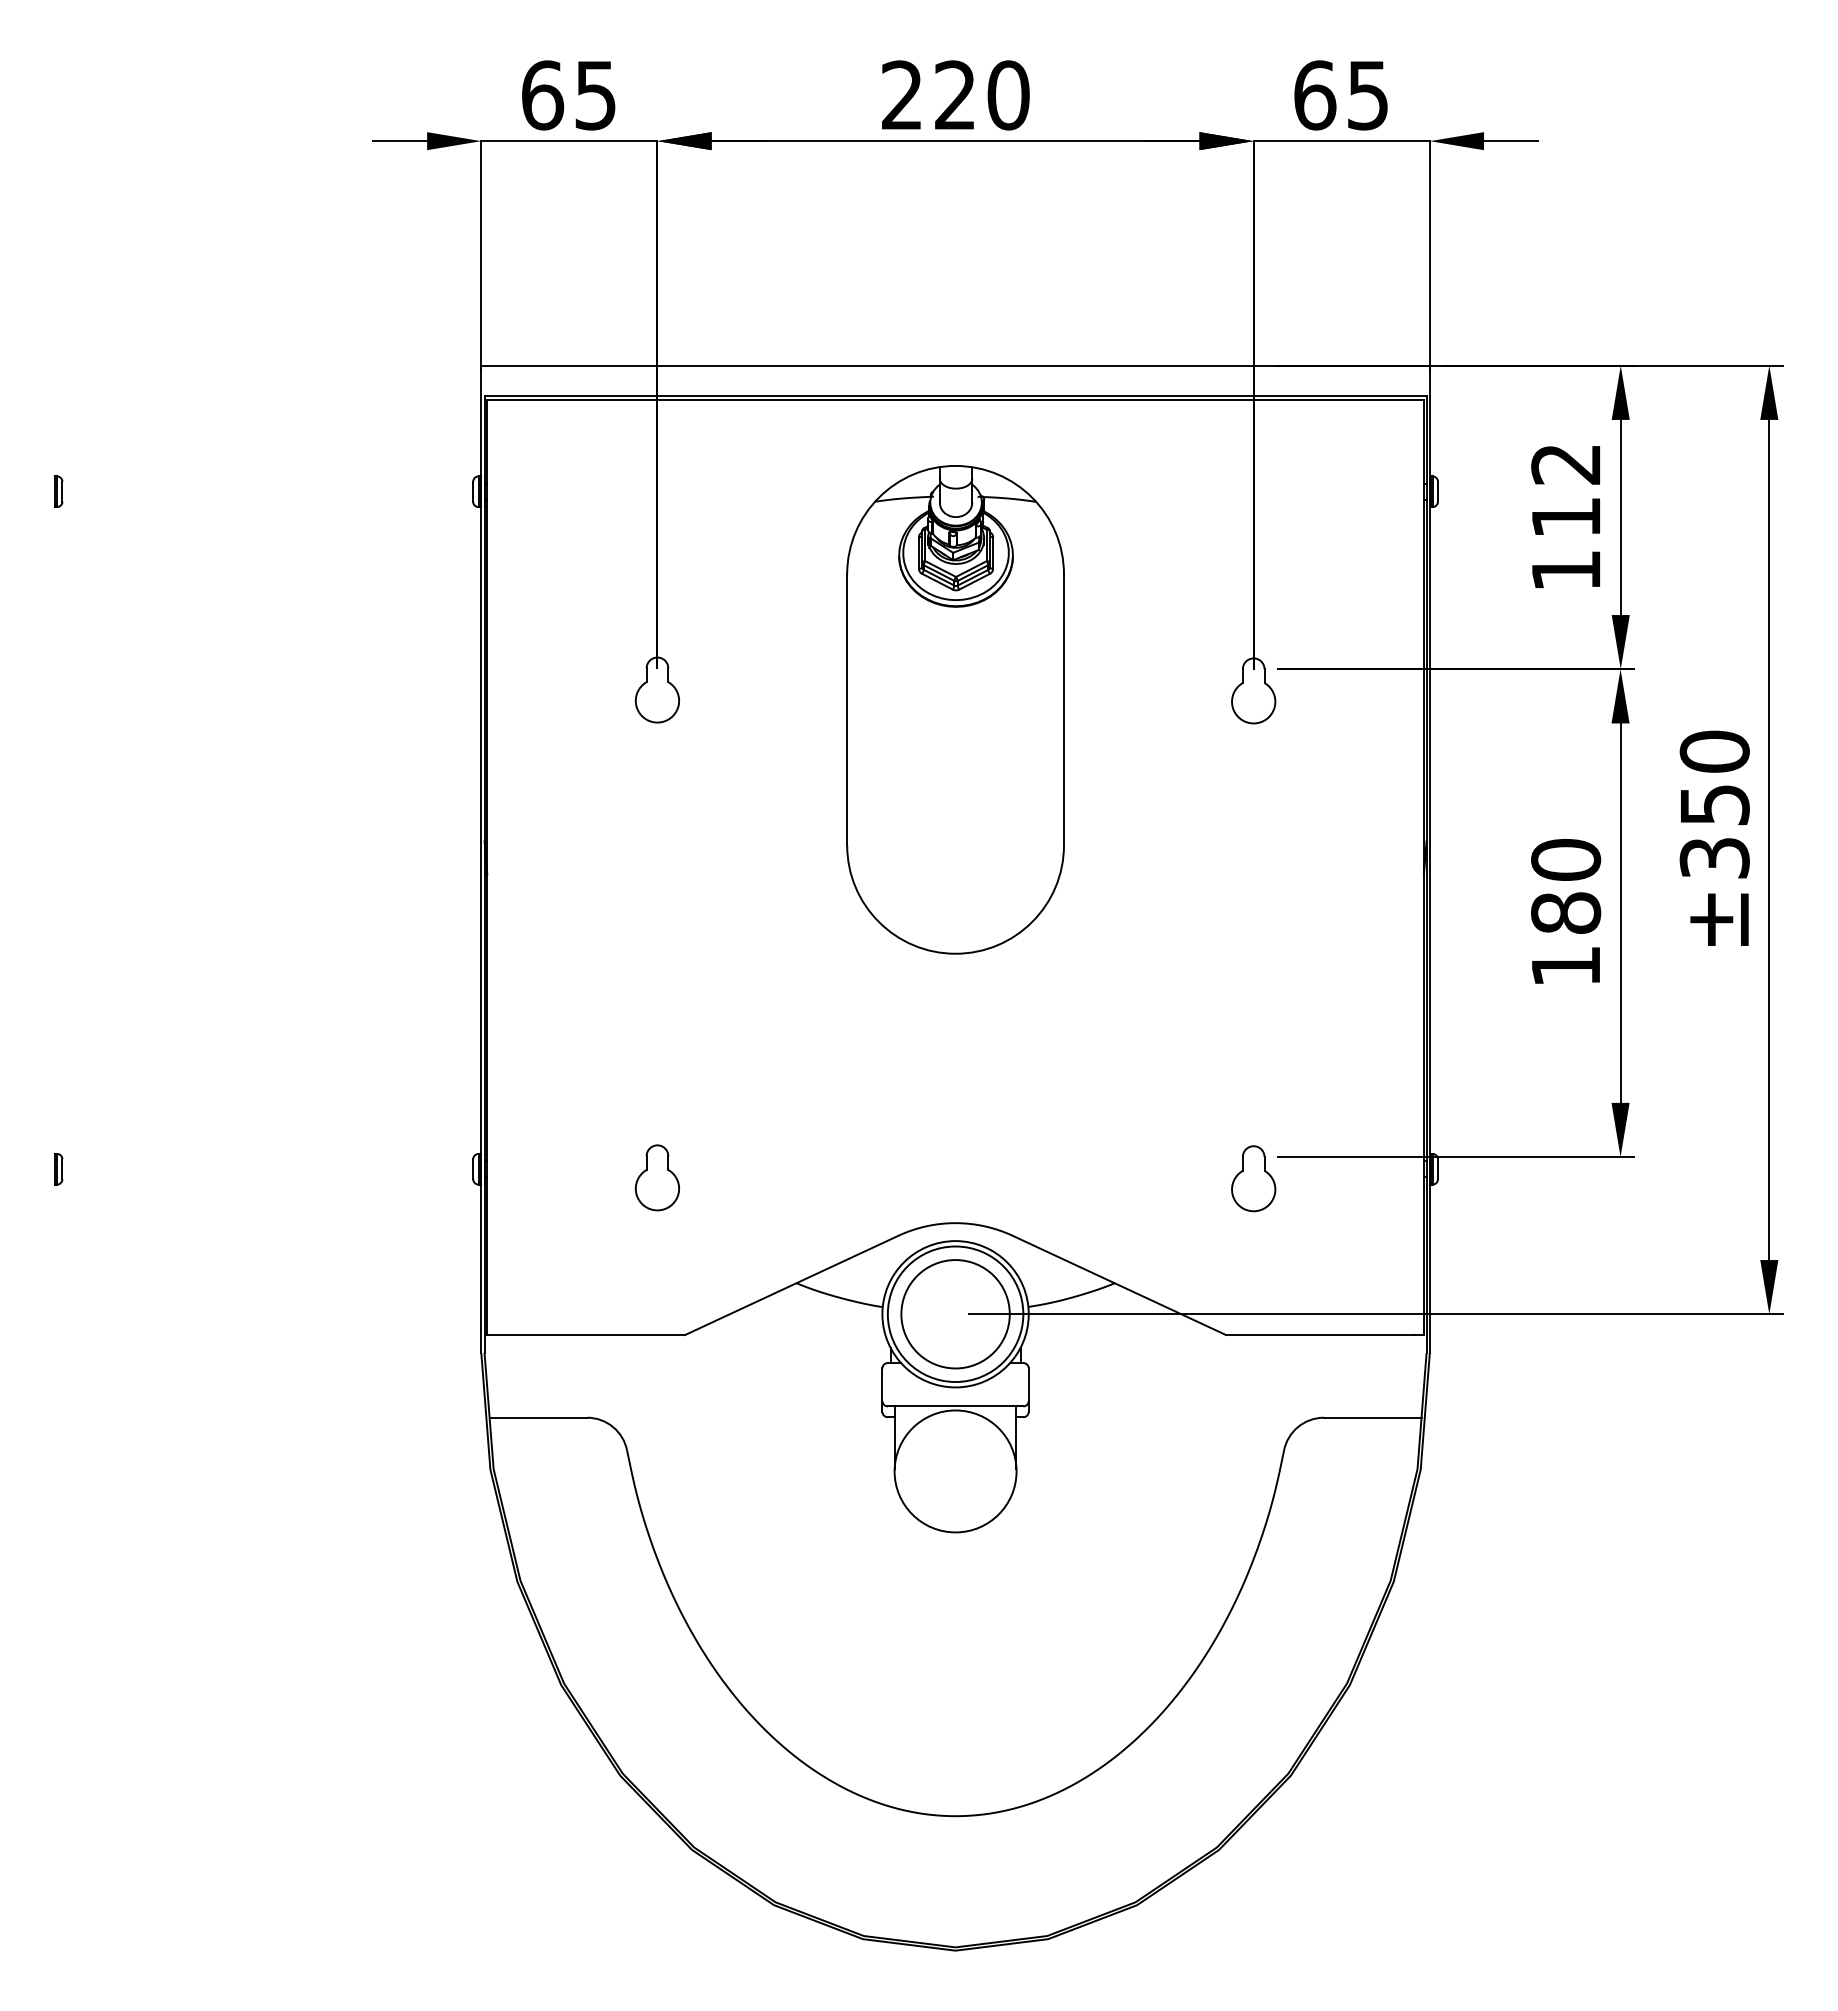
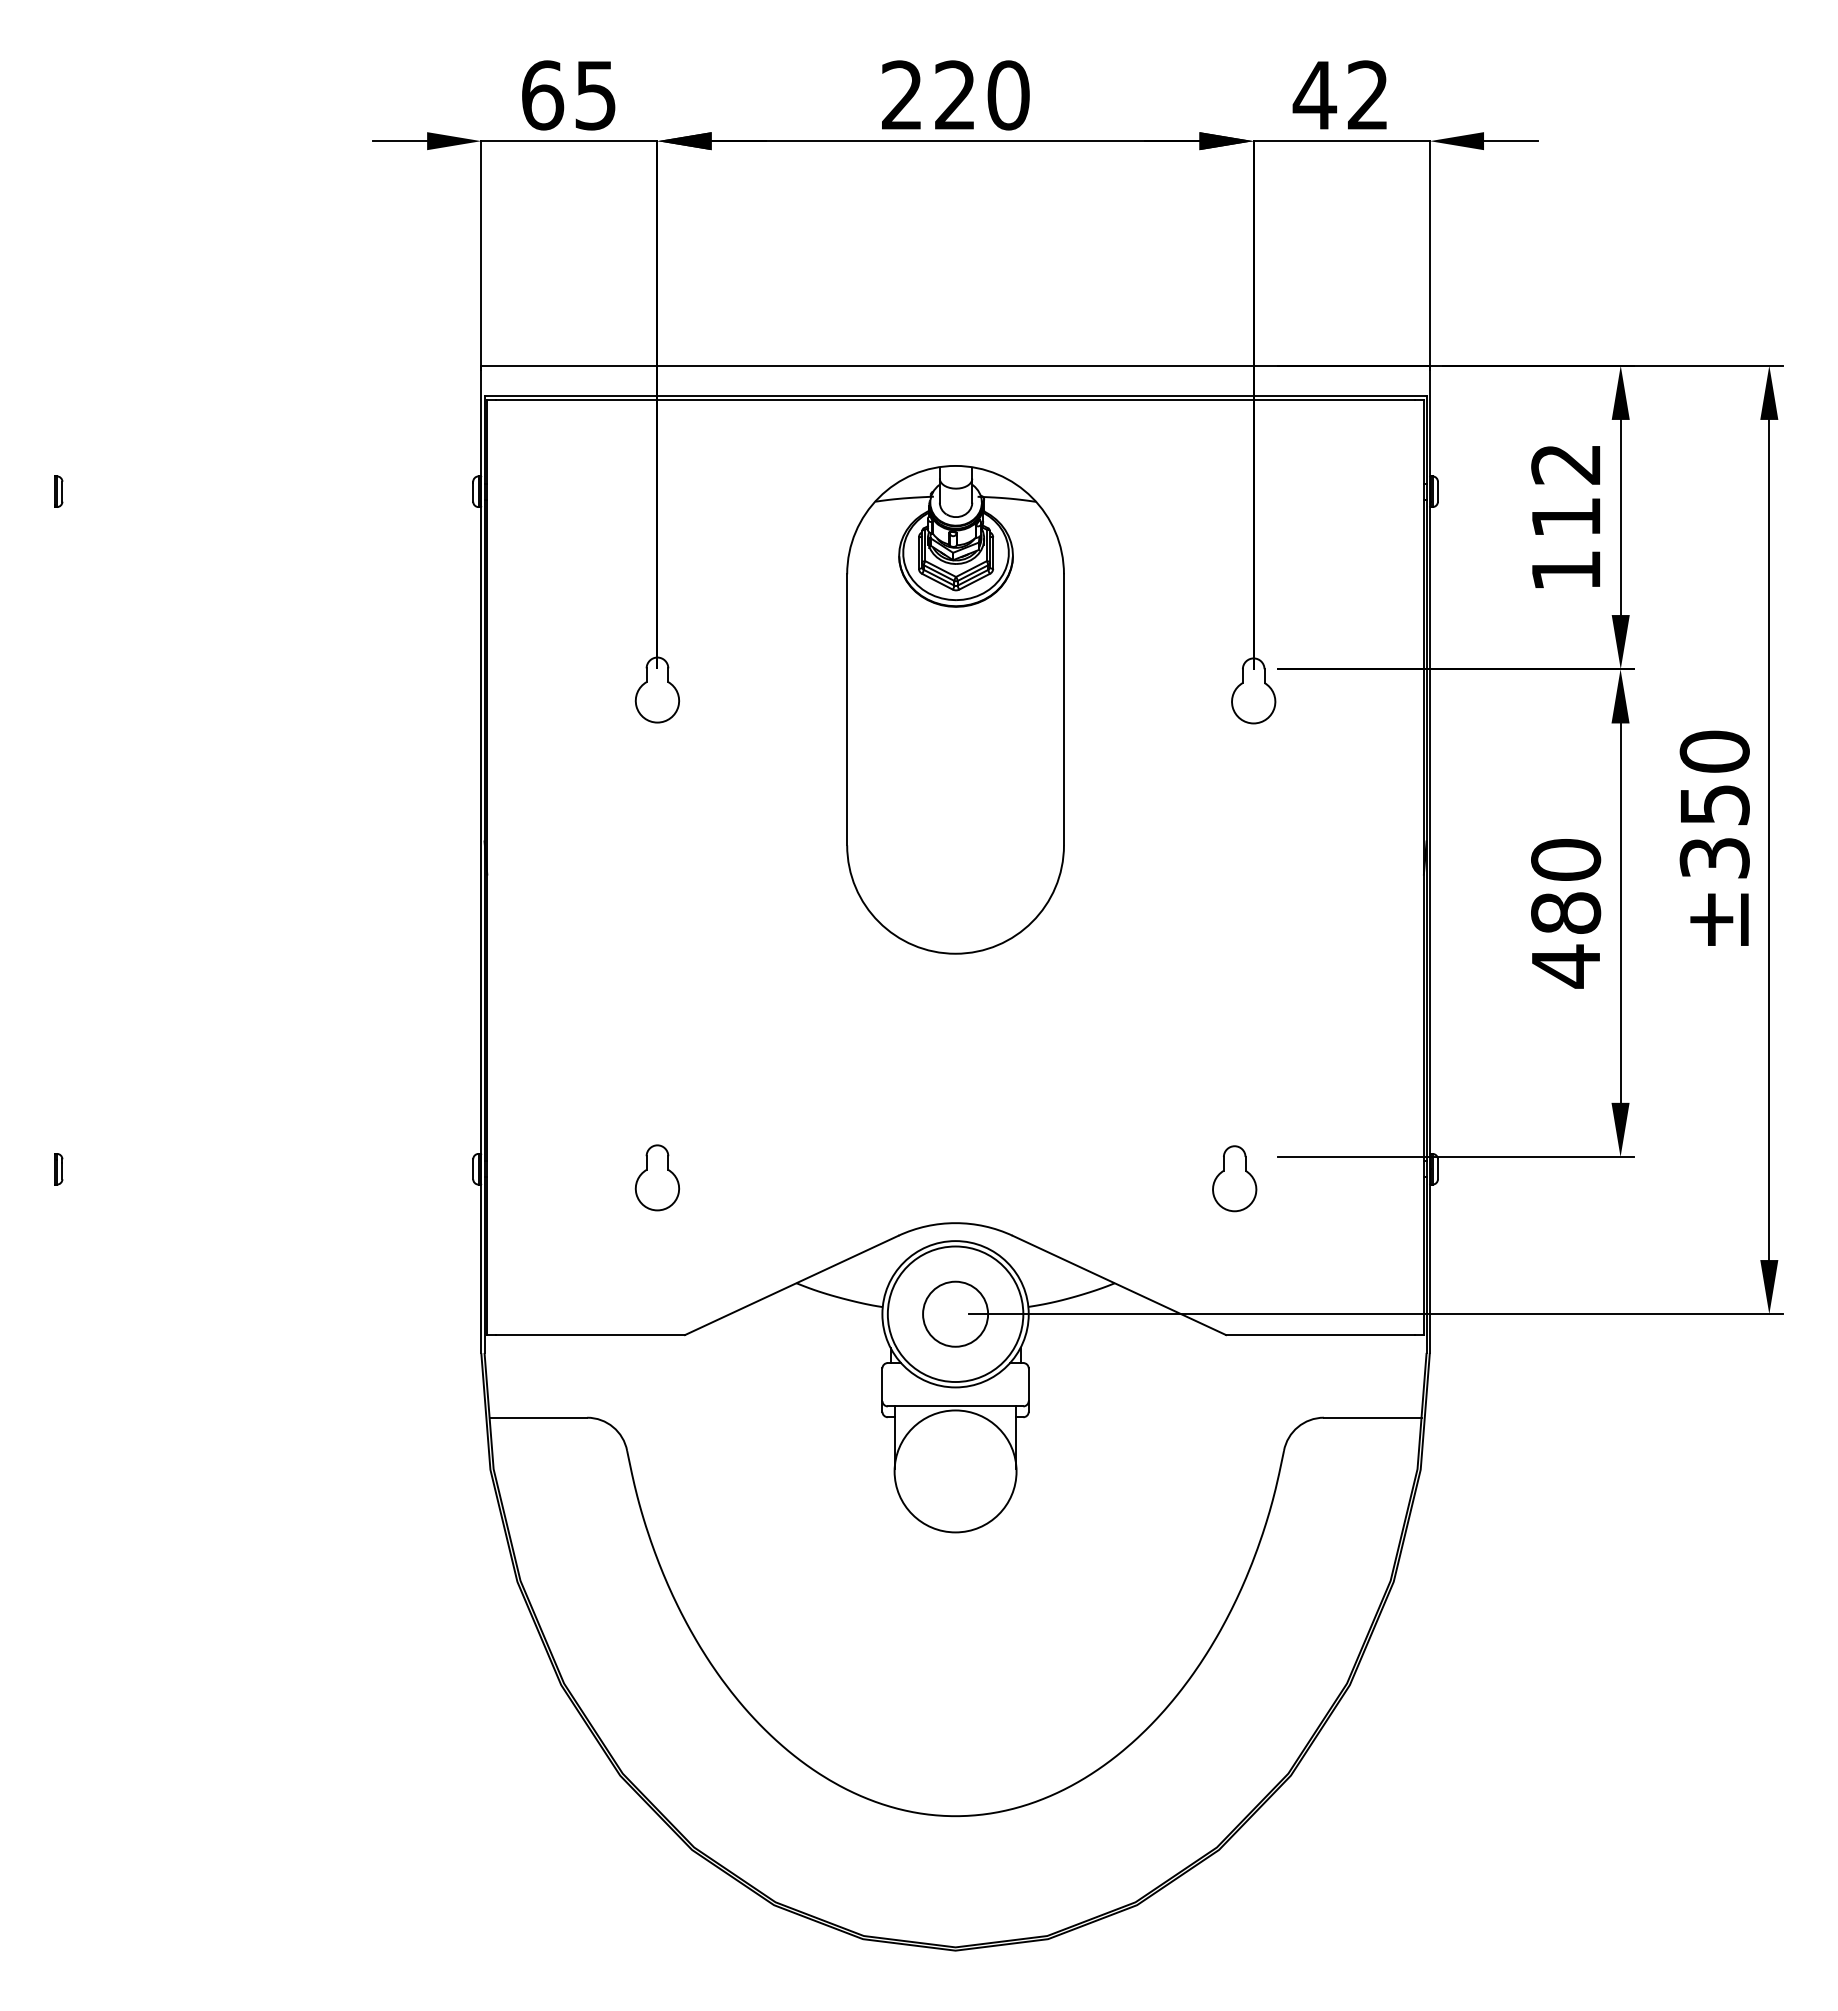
text at (1339, 95): 65 -> 42
text at (1565, 966): 180 -> 480
part at (1253, 1178) position: (1253, 1178) -> (1234, 1178)
circle at (955, 1314) diameter: 108 px -> 65 px
